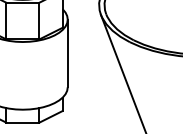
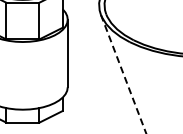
line at (123, 74): solid -> dashed
